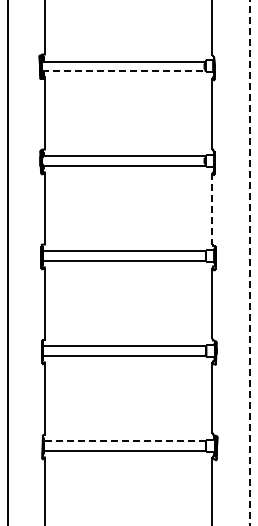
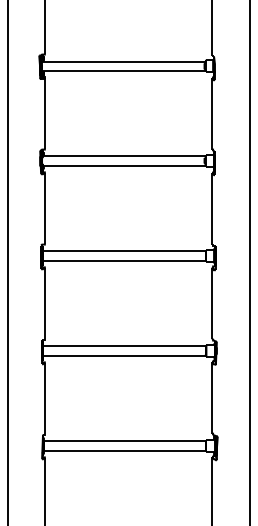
line at (123, 70): dashed -> solid
line at (212, 208): dashed -> solid
line at (250, 262): dashed -> solid
line at (124, 441): dashed -> solid
